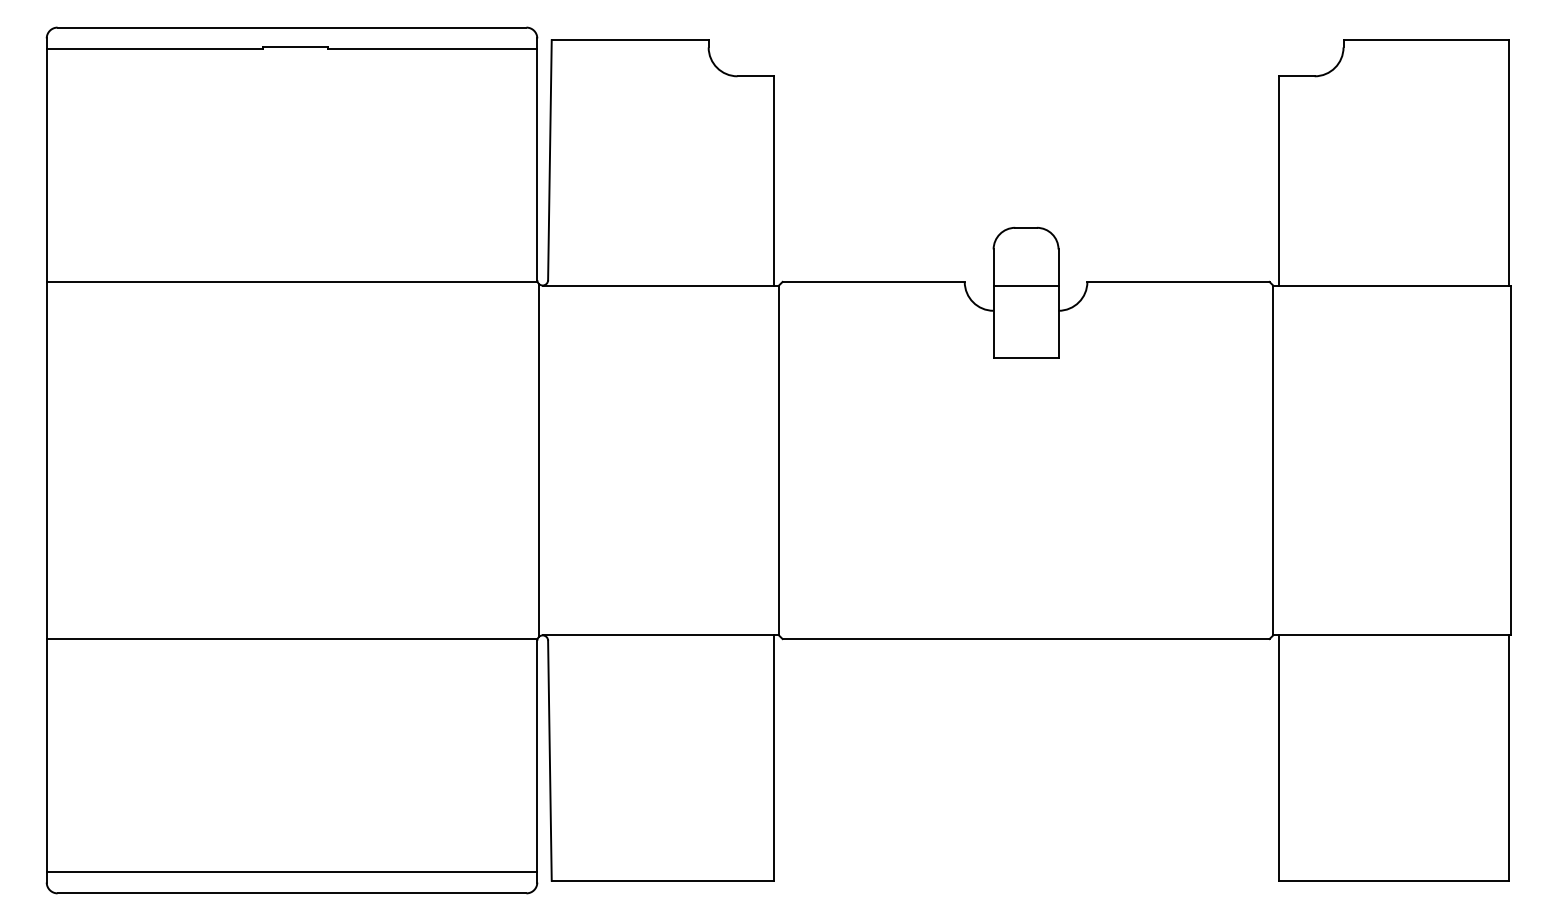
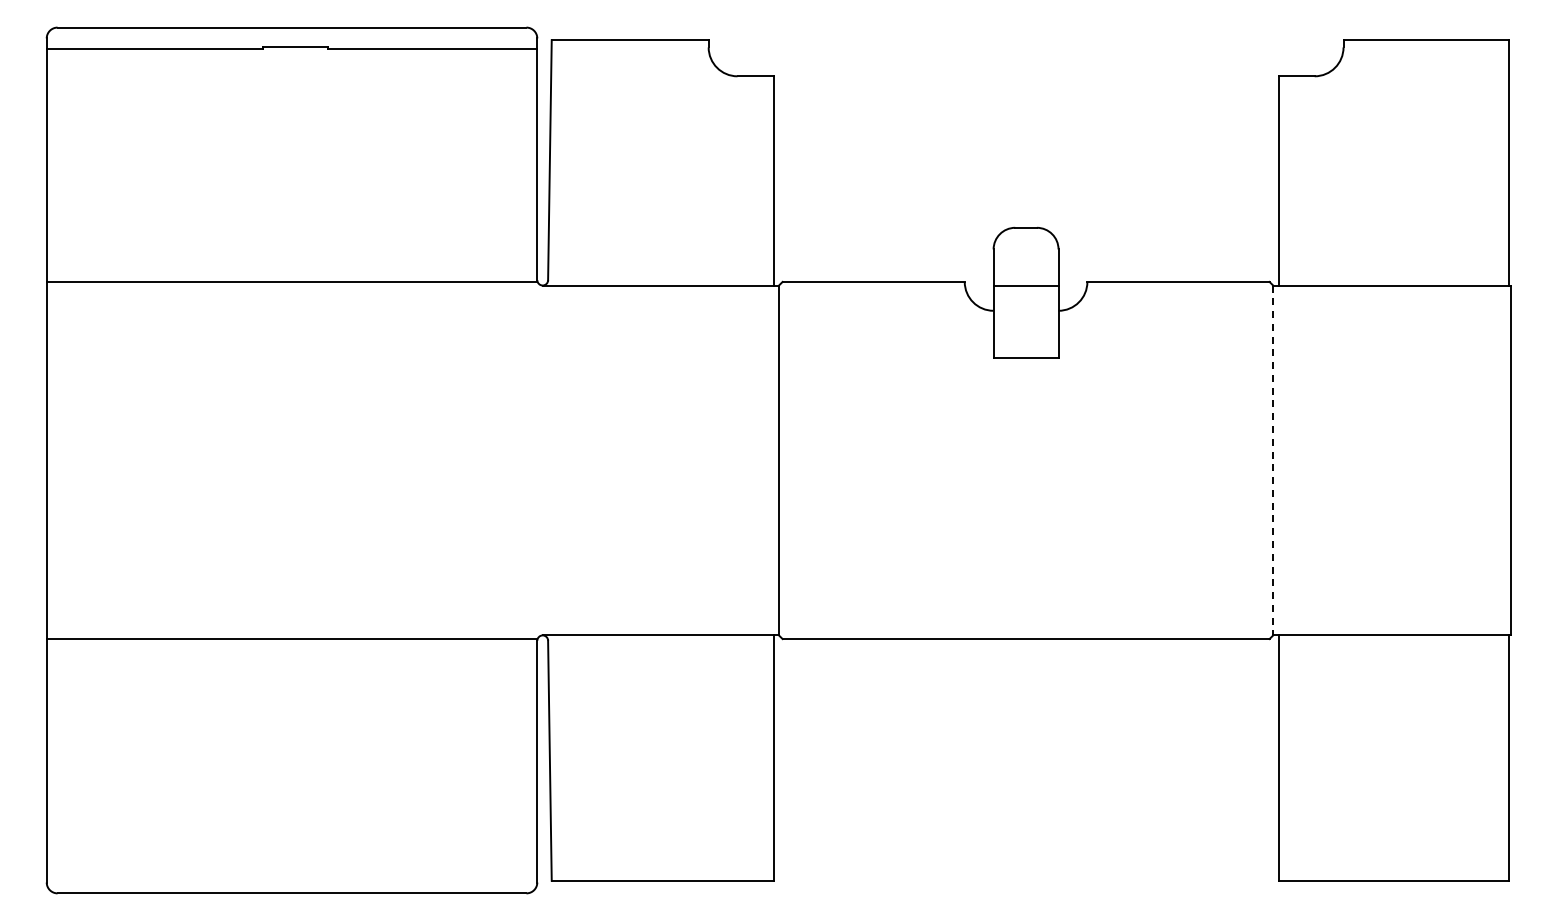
line at (539, 460): present -> none
line at (1273, 460): solid -> dashed
line at (291, 871): present -> none
